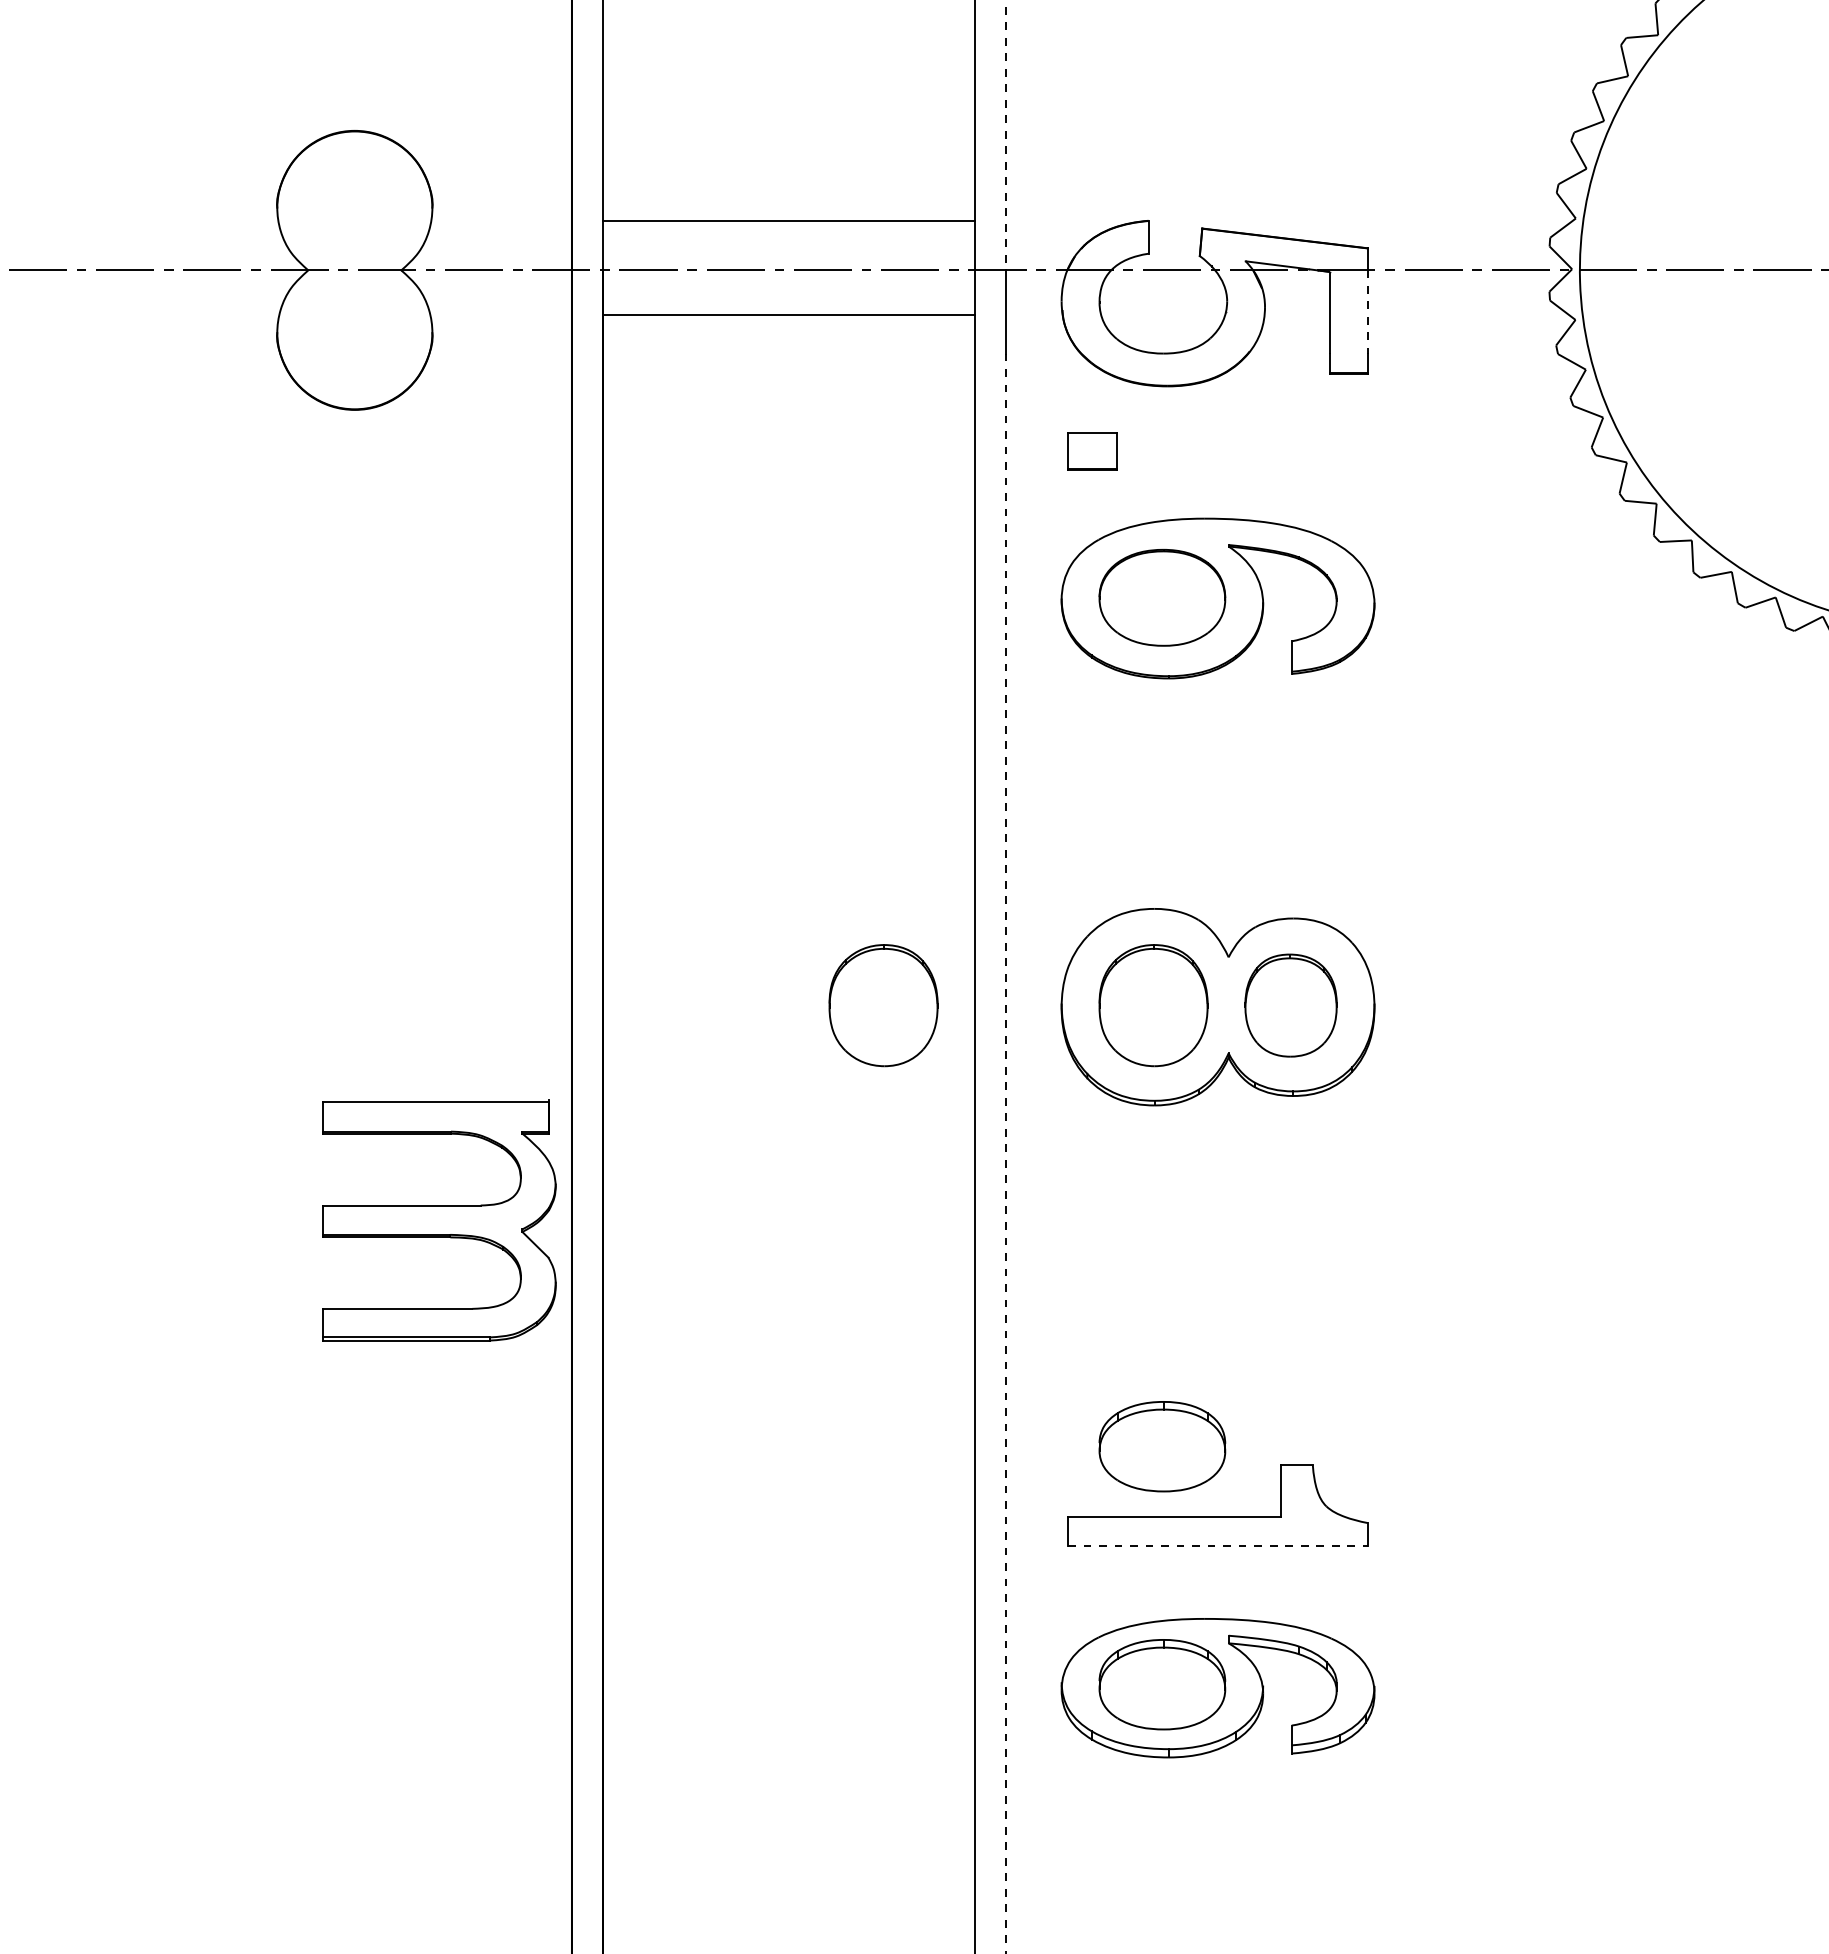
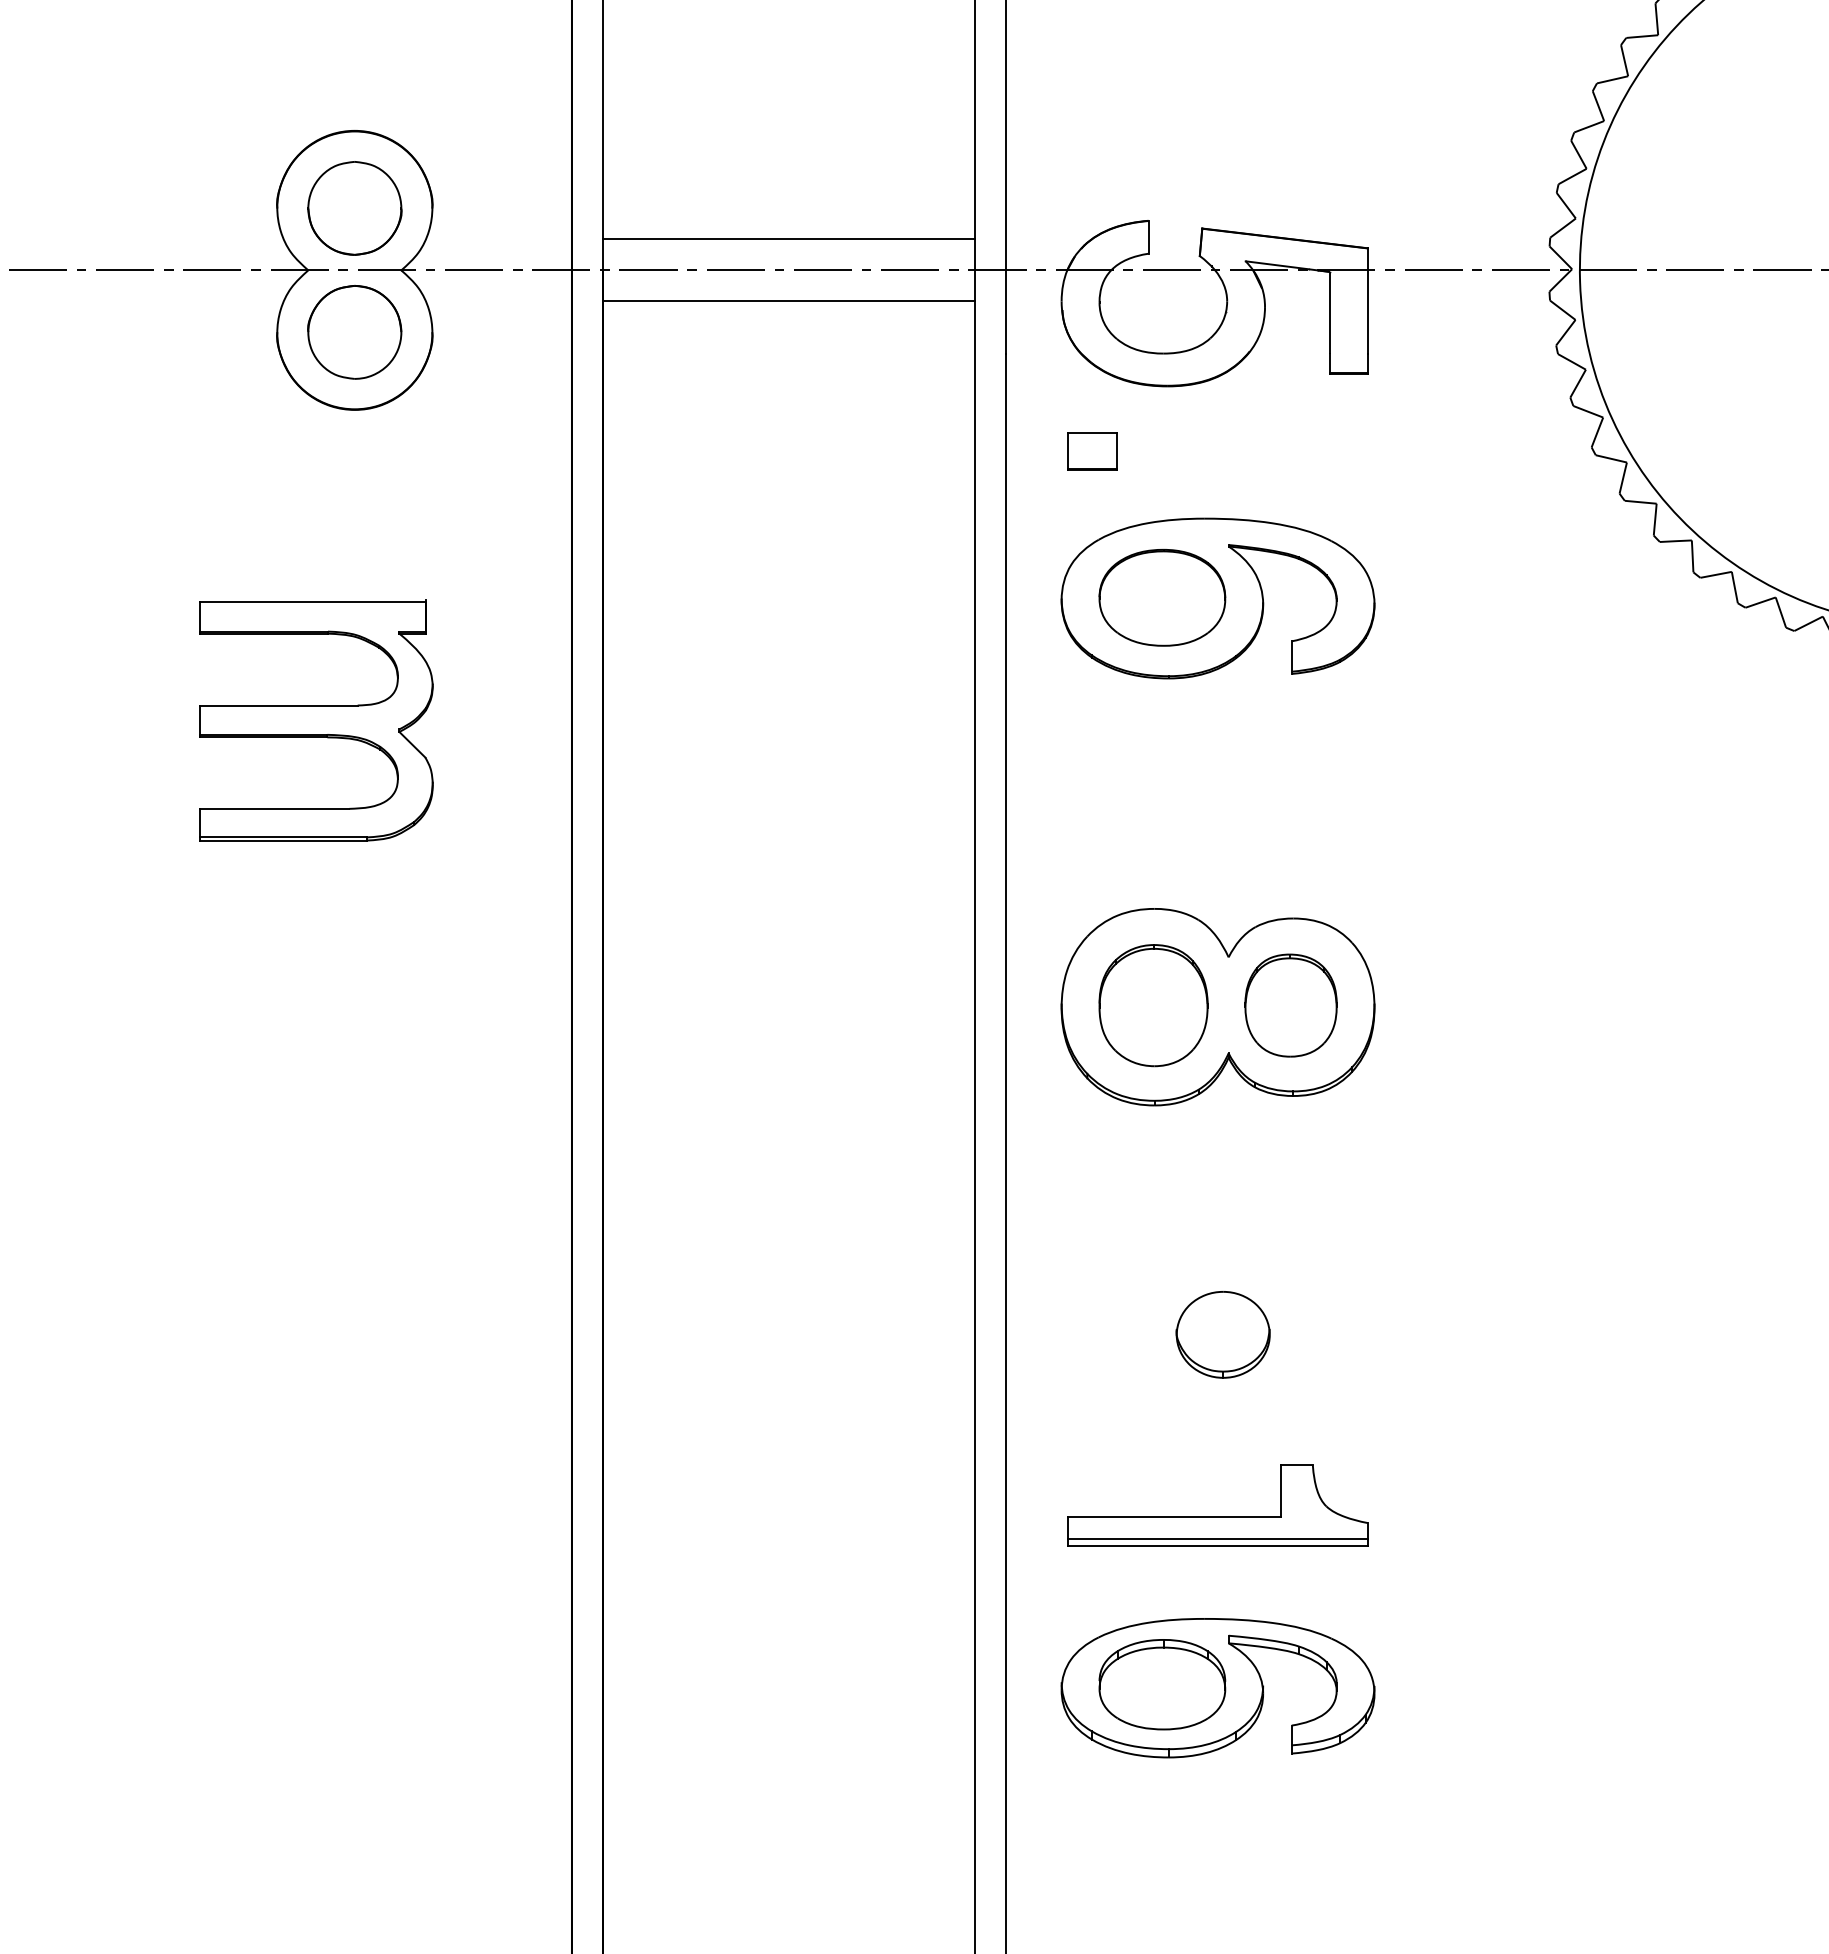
line at (1006, 135): dashed -> solid
part at (354, 208): none -> present
line at (788, 221) position: (788, 221) -> (788, 239)
line at (1367, 311): dashed -> solid
line at (788, 315) position: (788, 315) -> (788, 301)
part at (354, 332): none -> present
part at (883, 1005): present -> none
line at (1006, 1153): dashed -> solid
part at (439, 1220) position: (439, 1220) -> (316, 720)
part at (1222, 1334): none -> present
part at (1162, 1446): present -> none
line at (1217, 1538): none -> present
line at (1217, 1545): dashed -> solid
